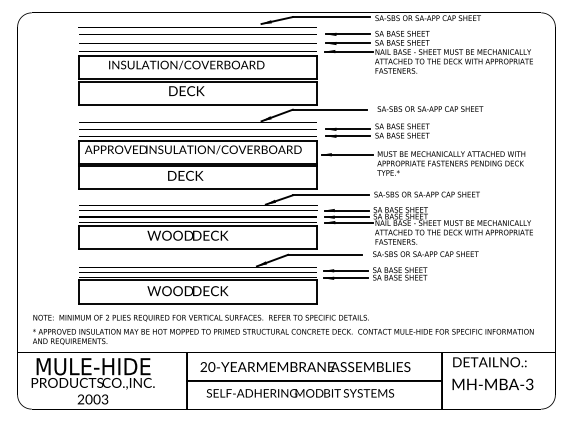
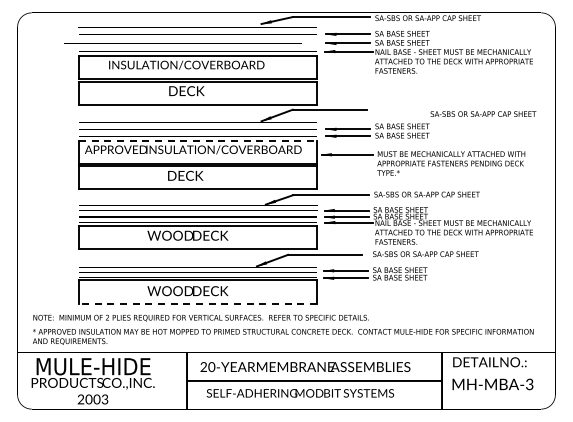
line at (197, 43) position: (197, 43) -> (182, 43)
text at (430, 108) position: (430, 108) -> (483, 113)
line at (198, 140): solid -> dashed
line at (197, 303): solid -> dashed
